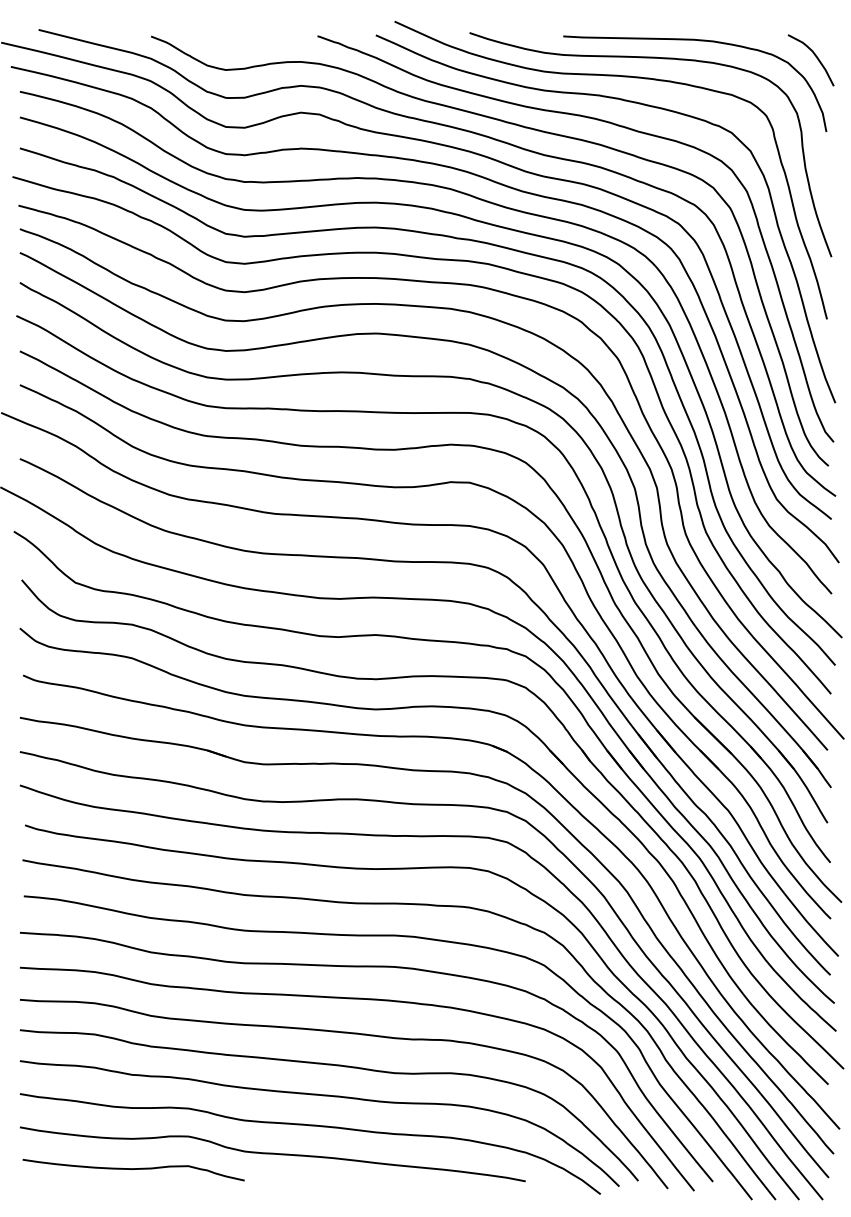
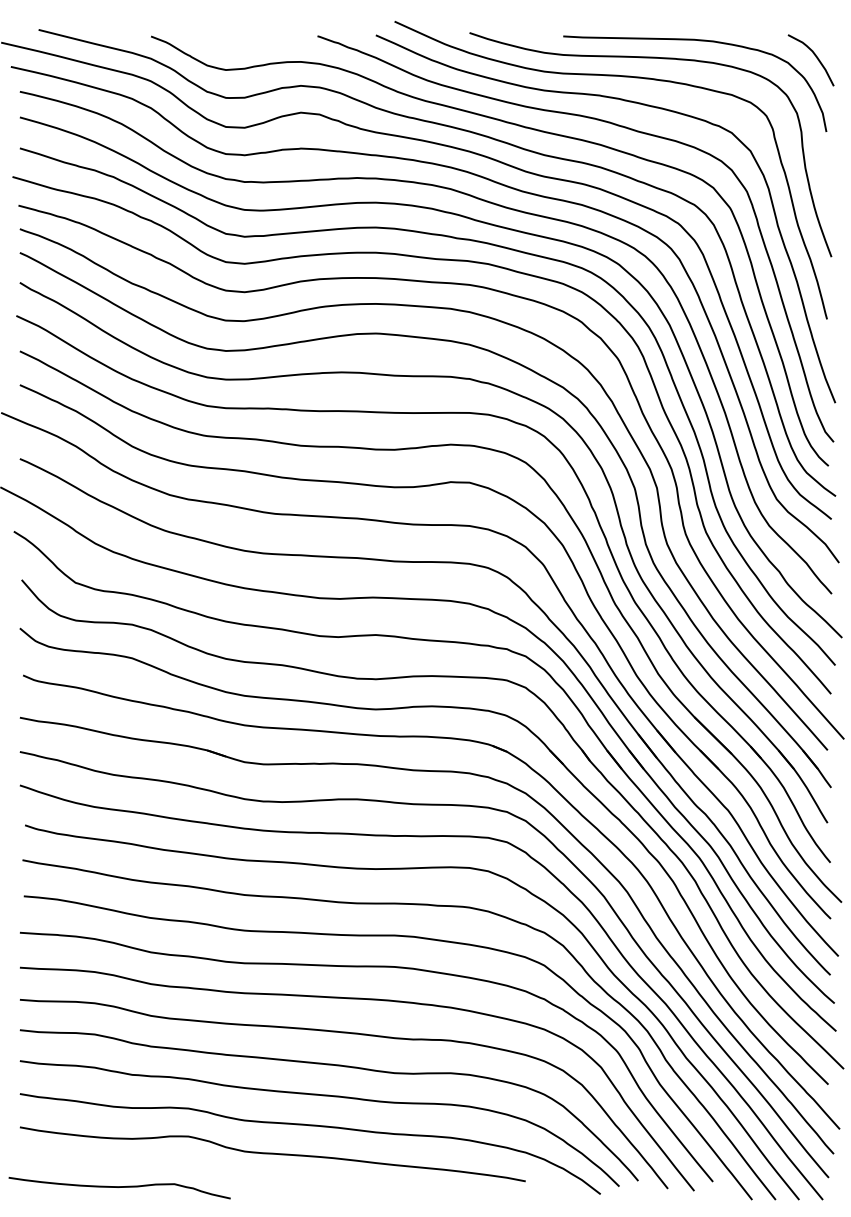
curve at (133, 1169) position: (133, 1169) -> (119, 1187)
